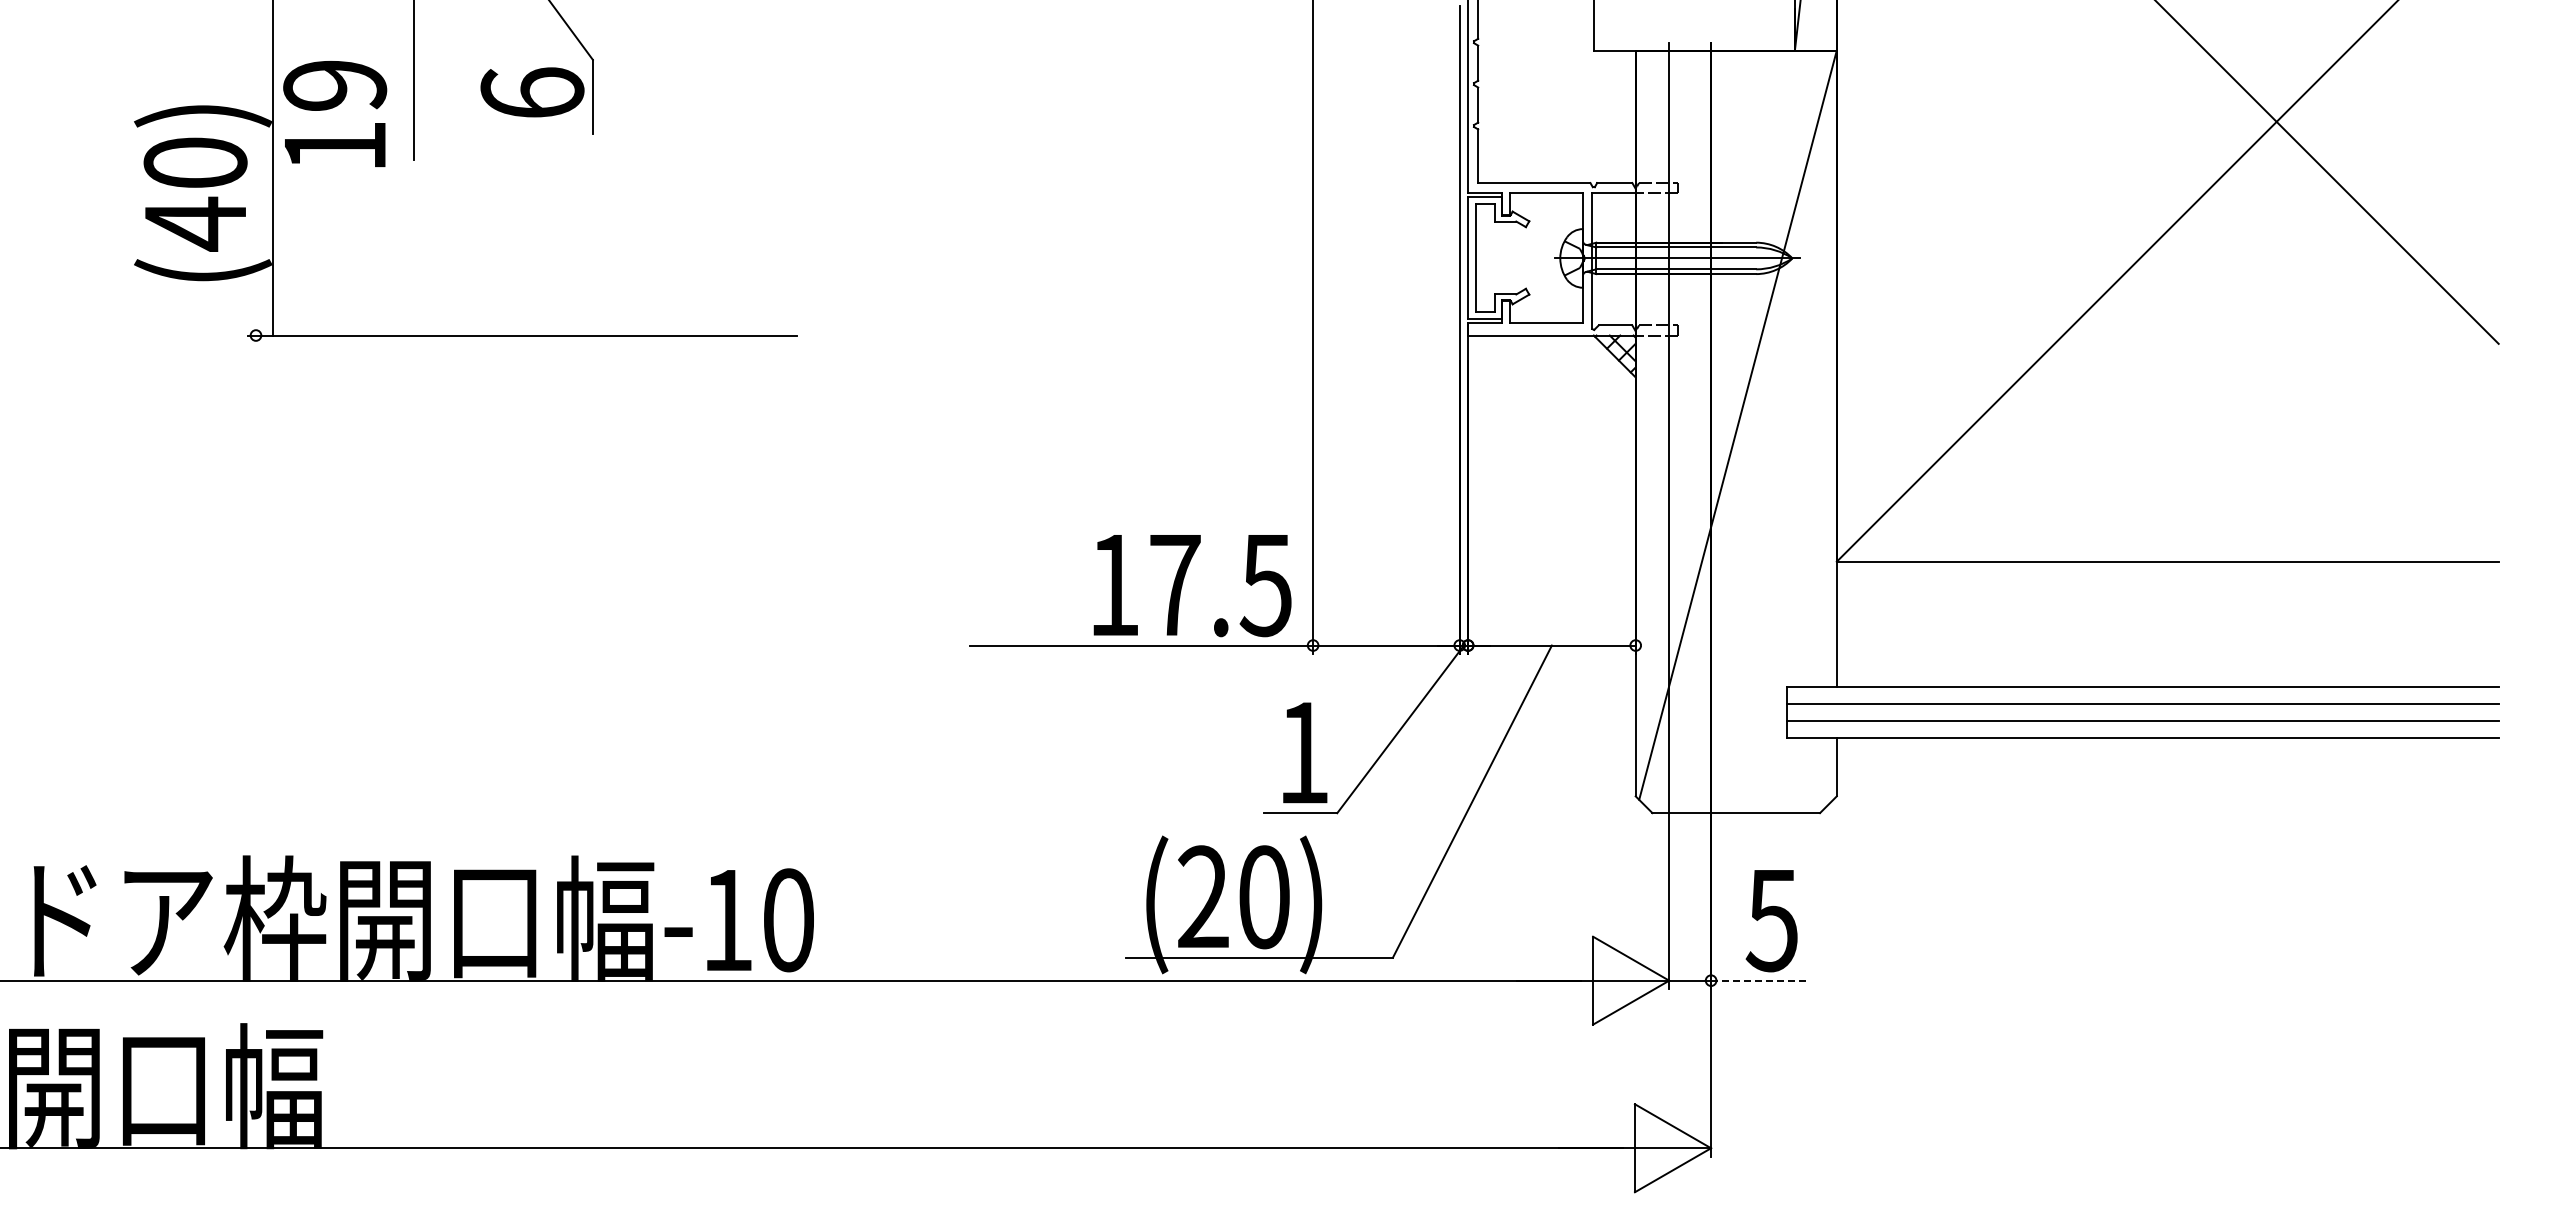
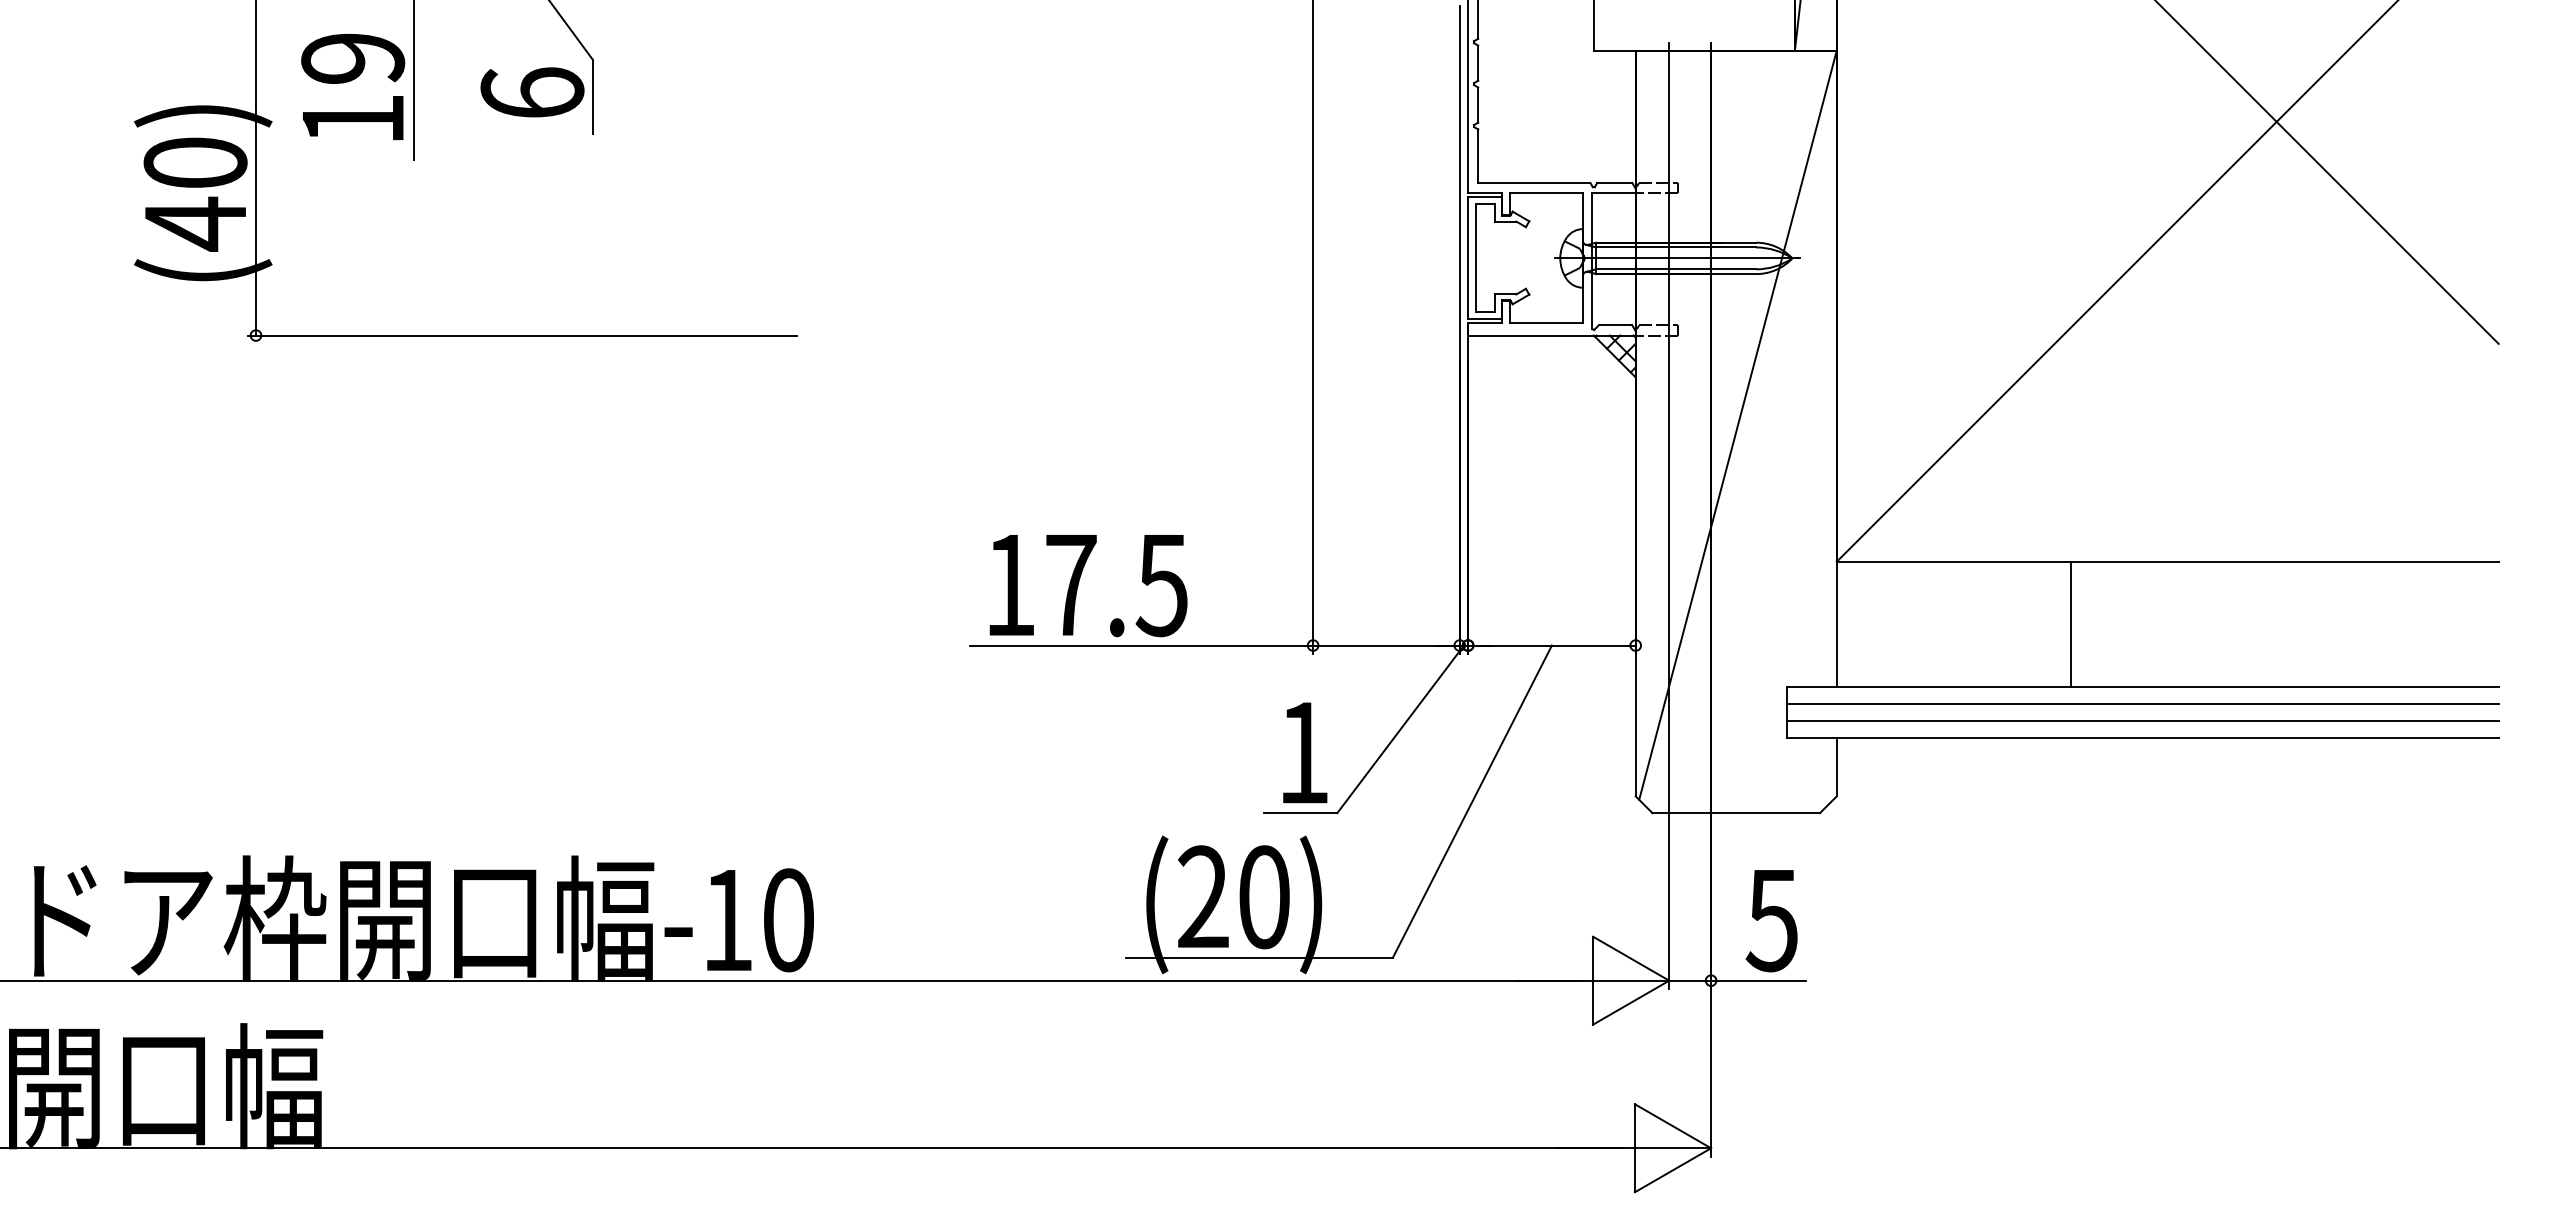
text at (335, 113) position: (335, 113) -> (353, 86)
line at (272, 168) position: (272, 168) -> (255, 168)
text at (1192, 586) position: (1192, 586) -> (1088, 586)
line at (2071, 624): none -> present
line at (1758, 980): dashed -> solid
